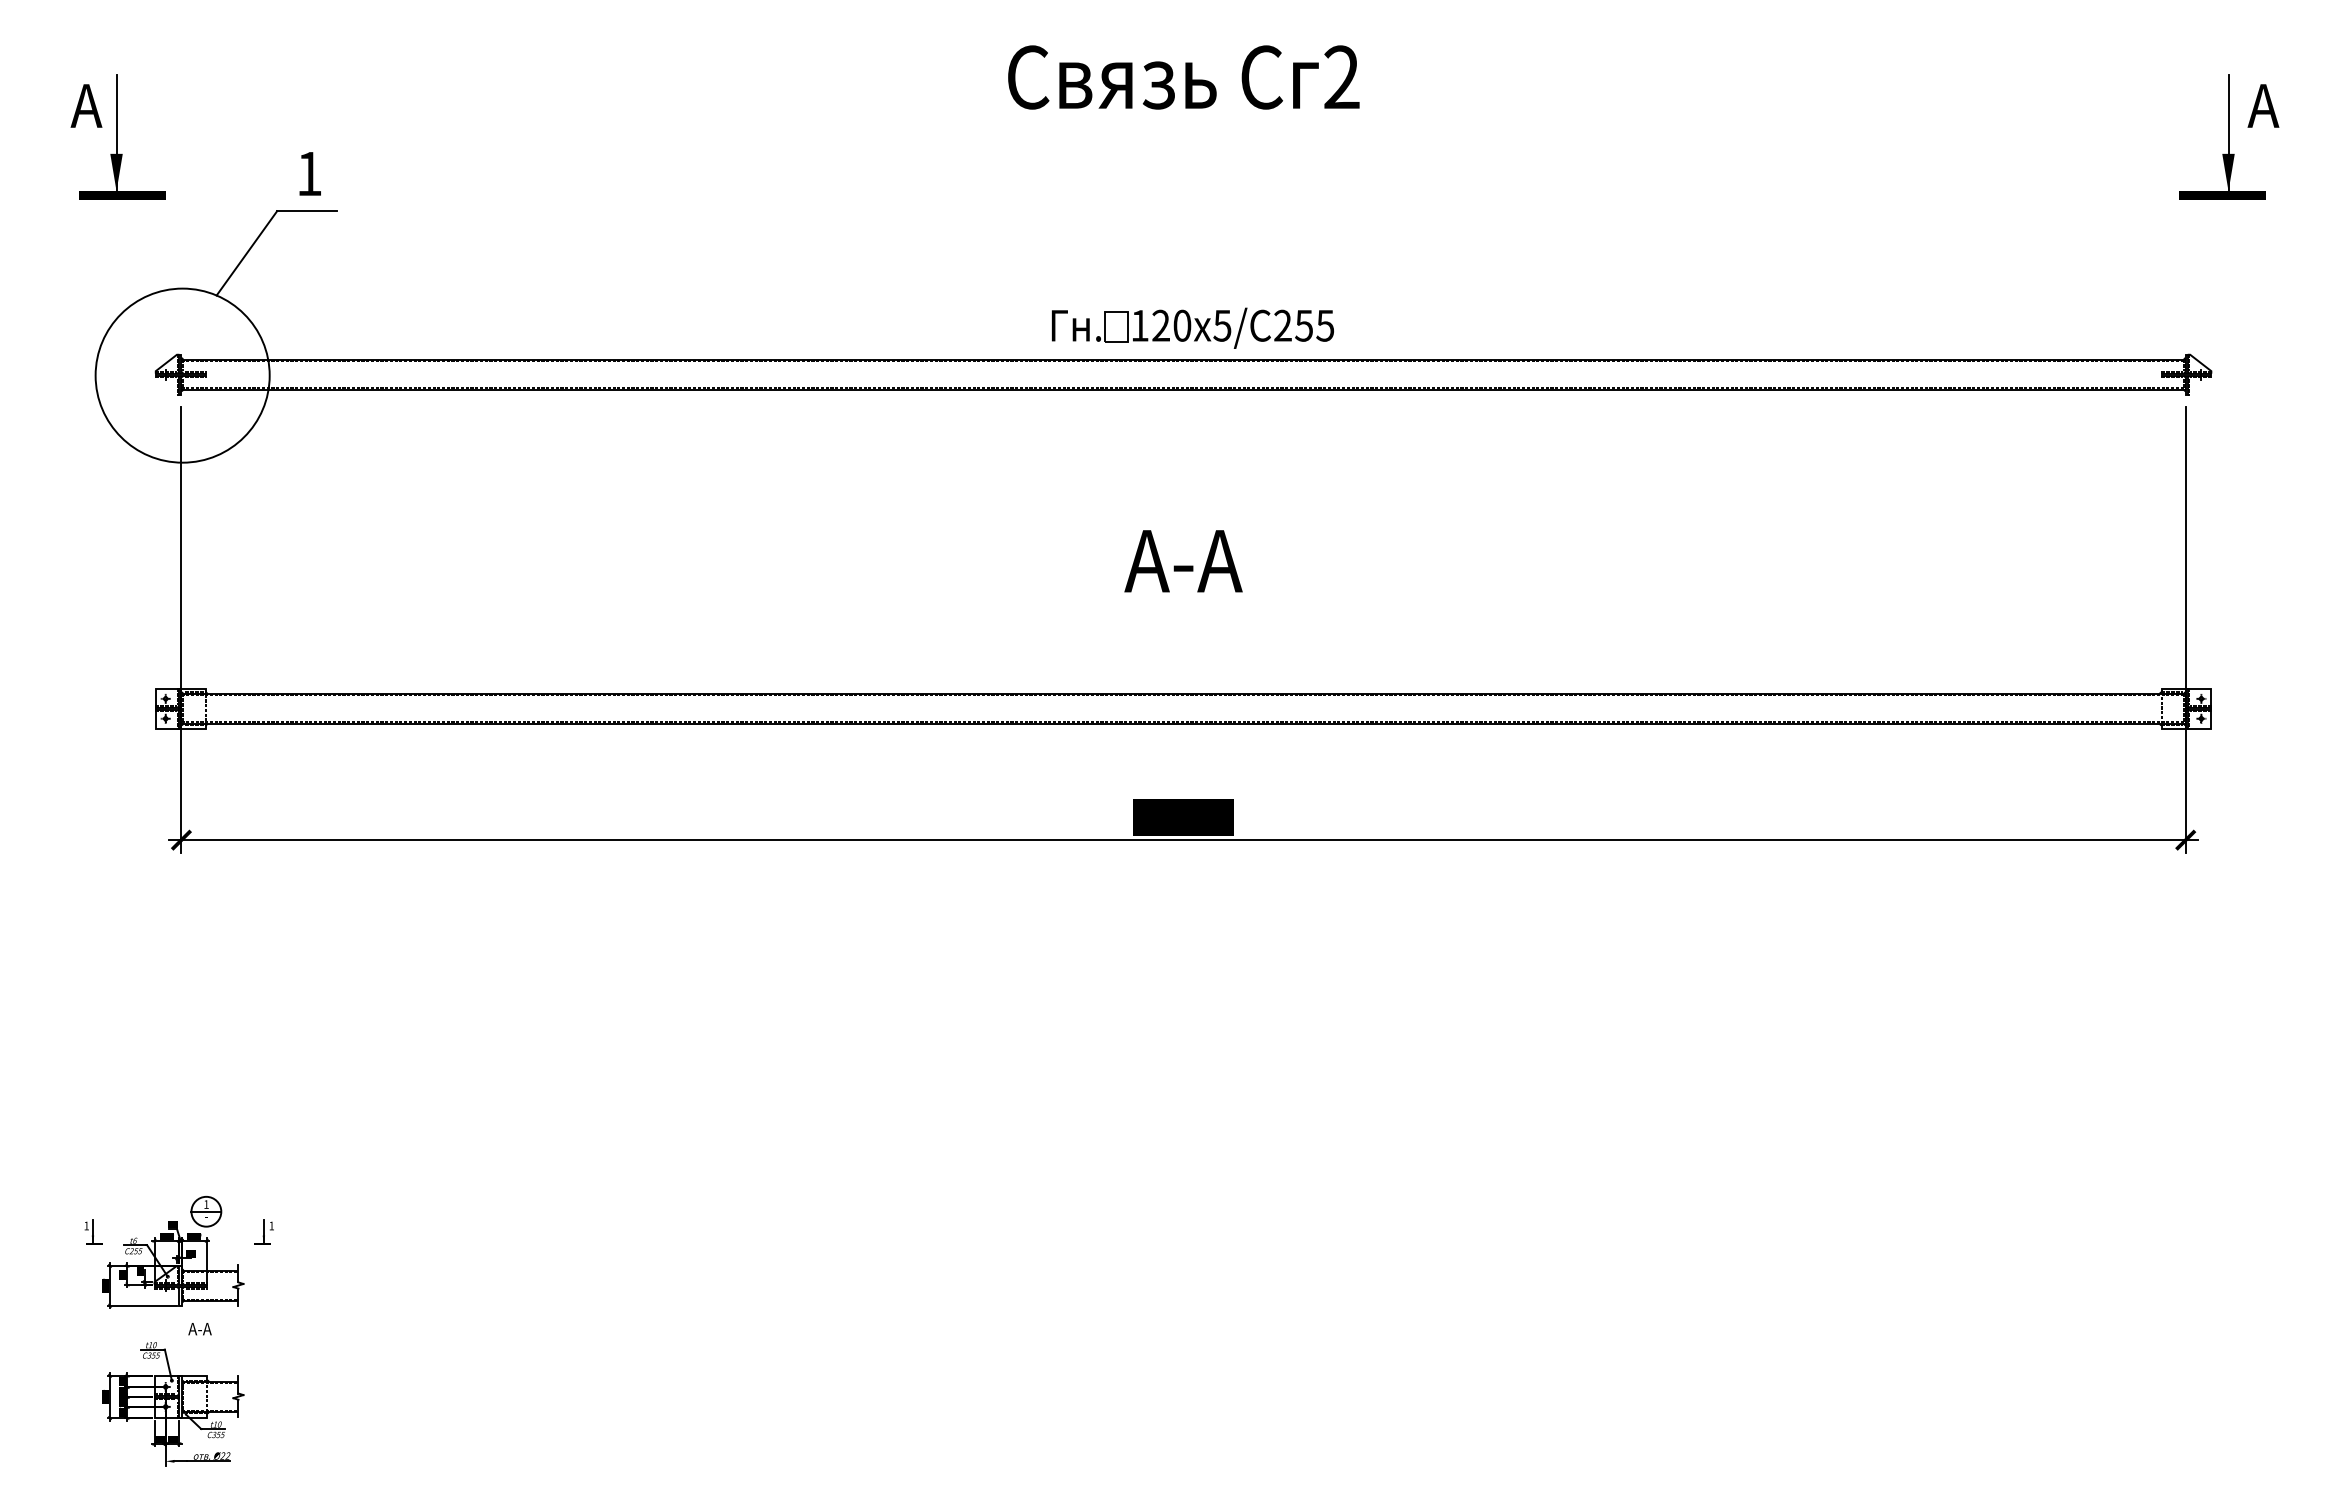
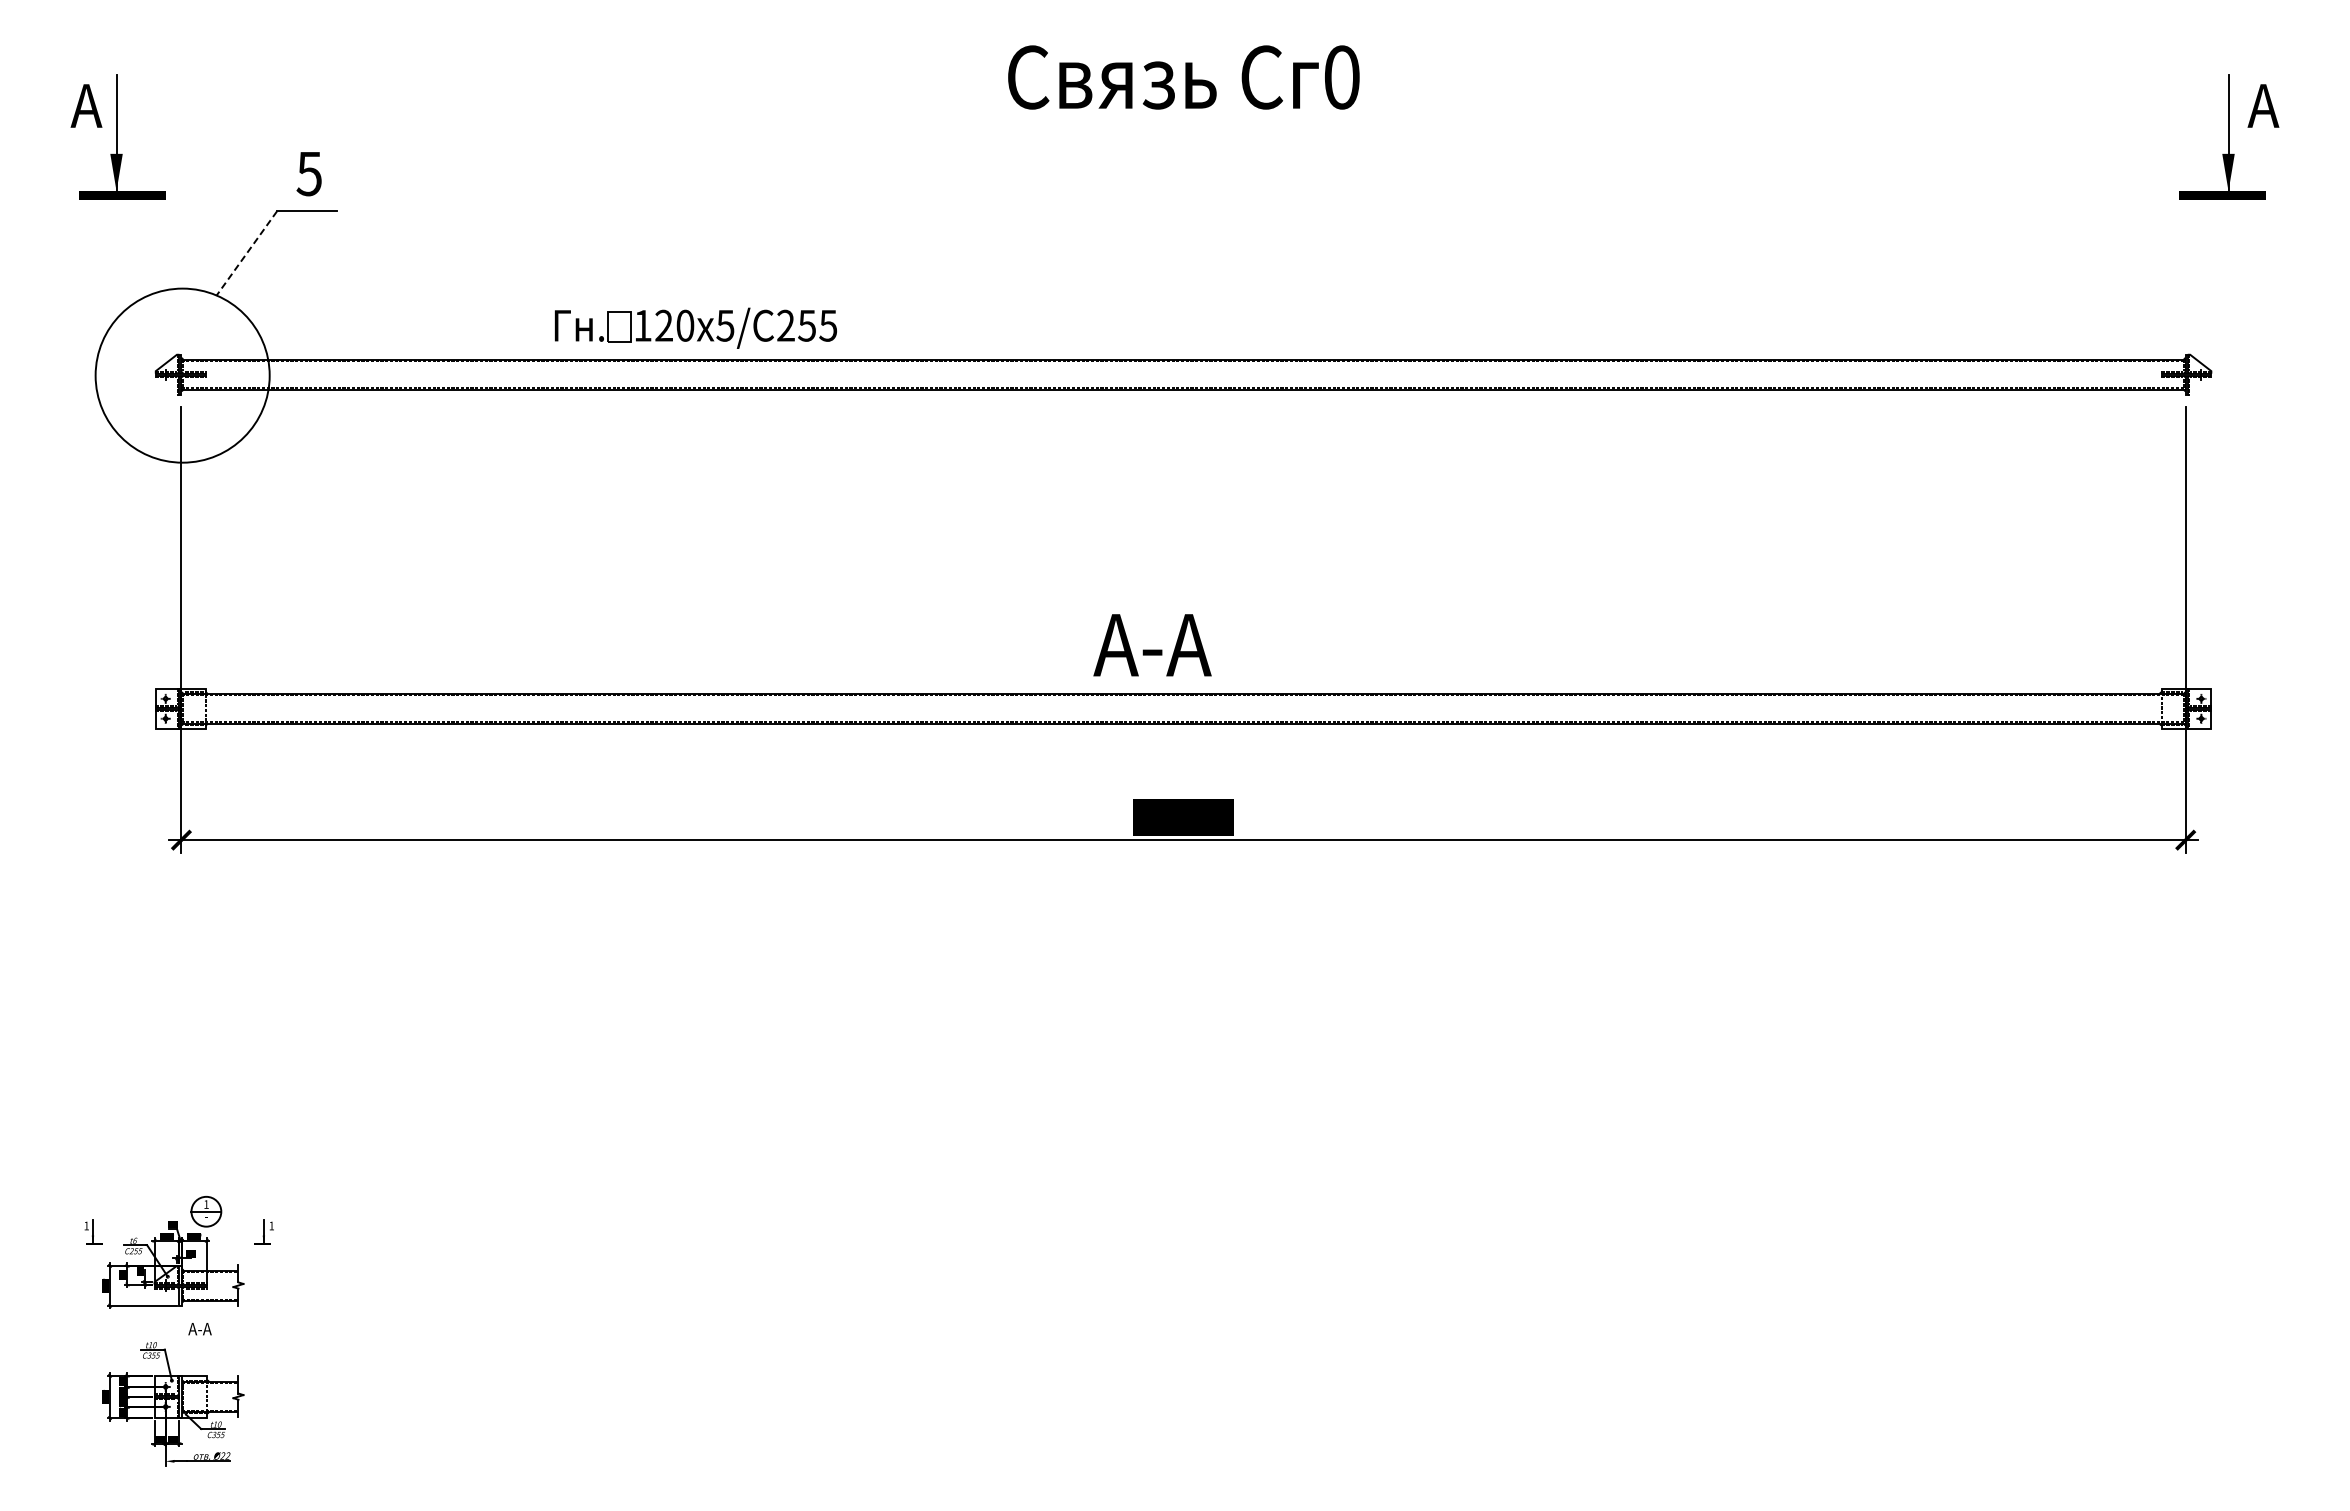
text at (1341, 77): 2 -> 0
text at (308, 174): 1 -> 5
line at (246, 253): solid -> dashed
part at (1192, 327) position: (1192, 327) -> (695, 327)
text at (1183, 561) position: (1183, 561) -> (1152, 645)
